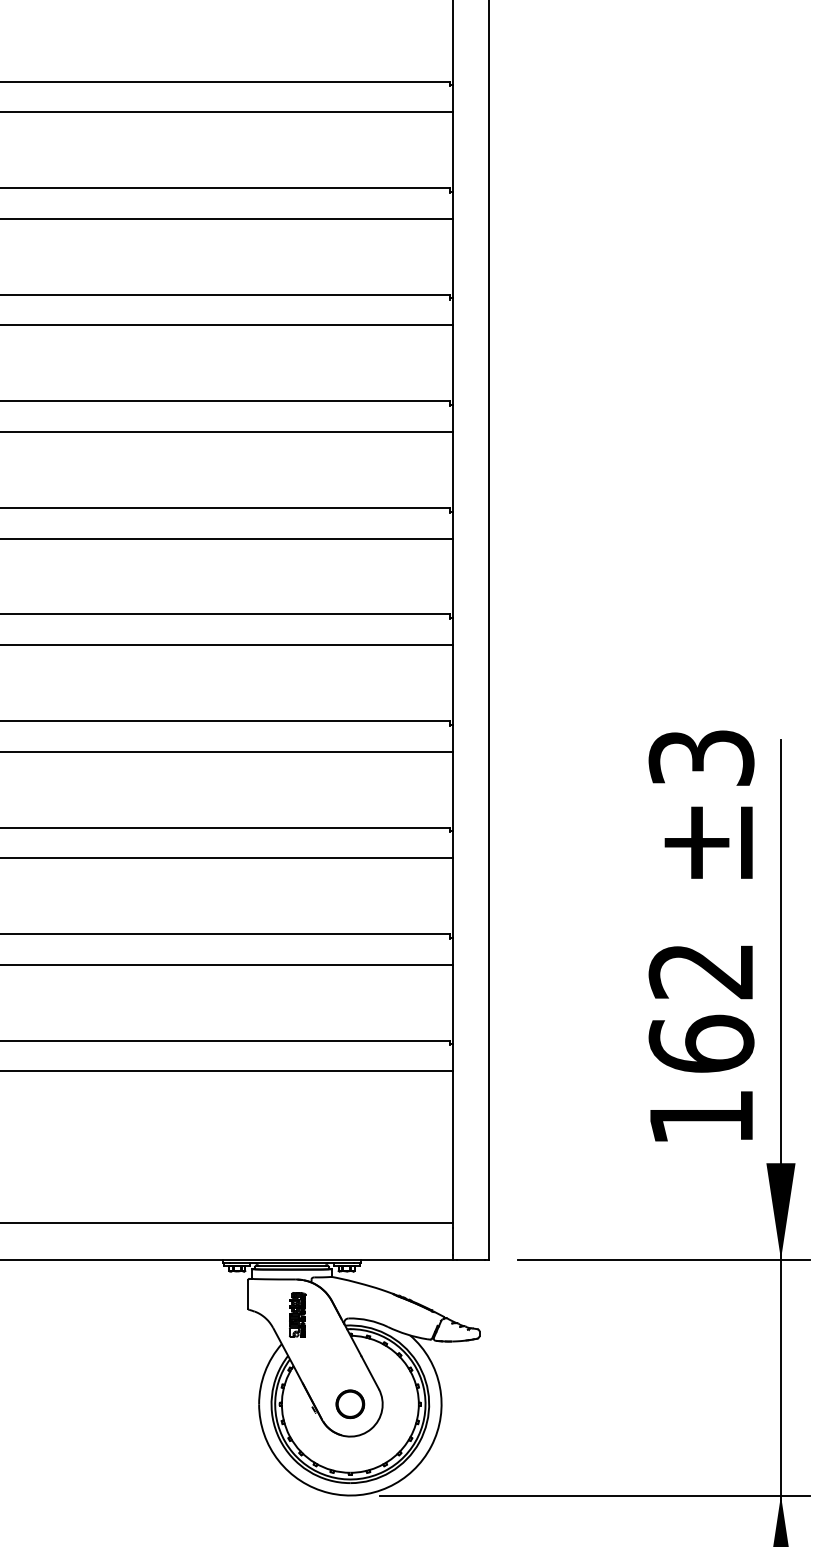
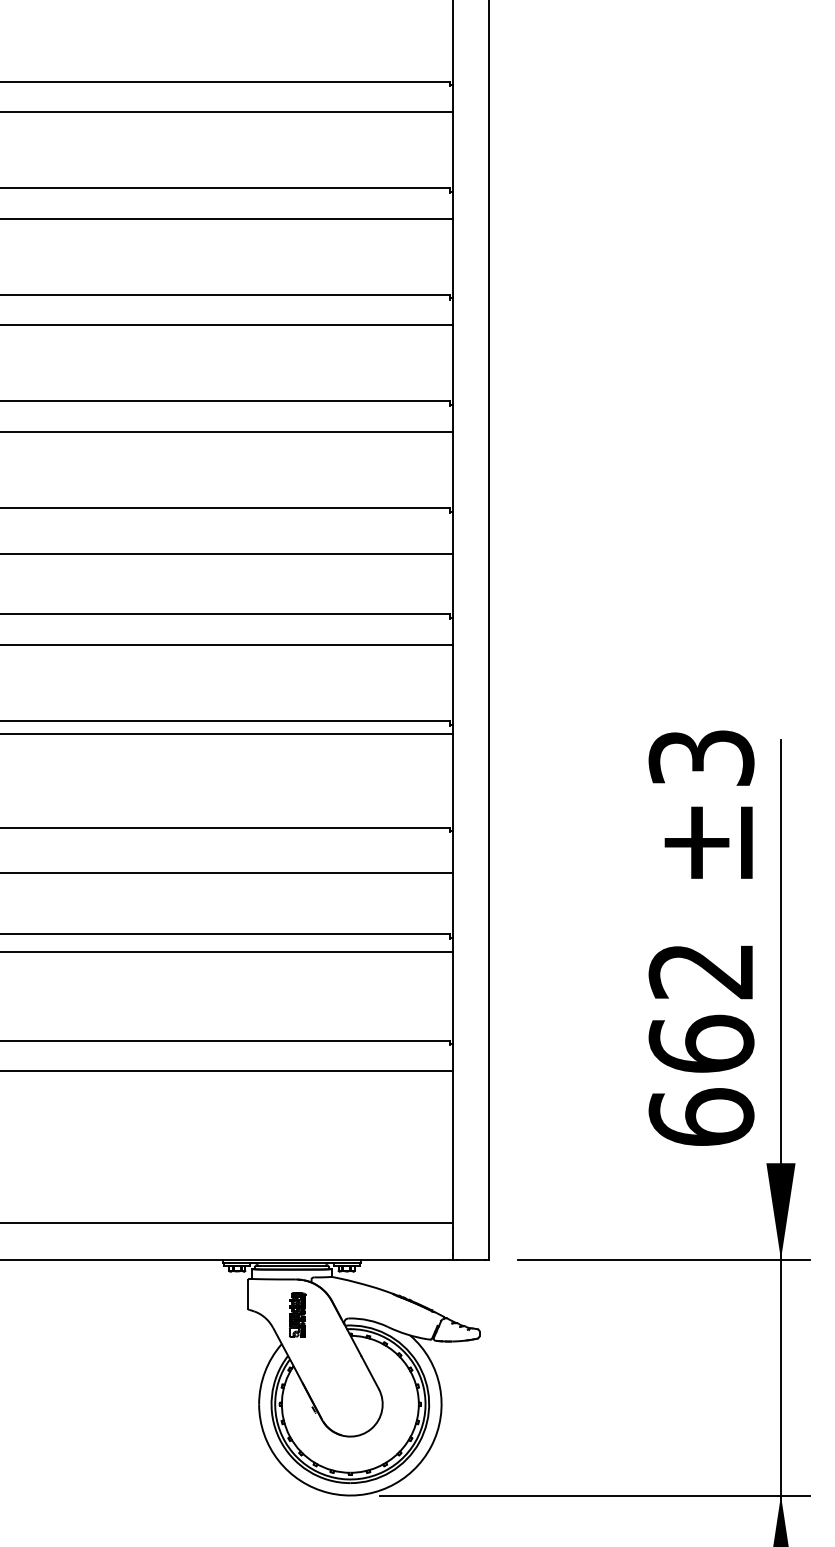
line at (227, 538) position: (227, 538) -> (227, 553)
line at (227, 751) position: (227, 751) -> (227, 733)
line at (227, 858) position: (227, 858) -> (227, 873)
line at (227, 964) position: (227, 964) -> (227, 951)
text at (701, 1116): 162 -> 662
part at (350, 1404): present -> none
